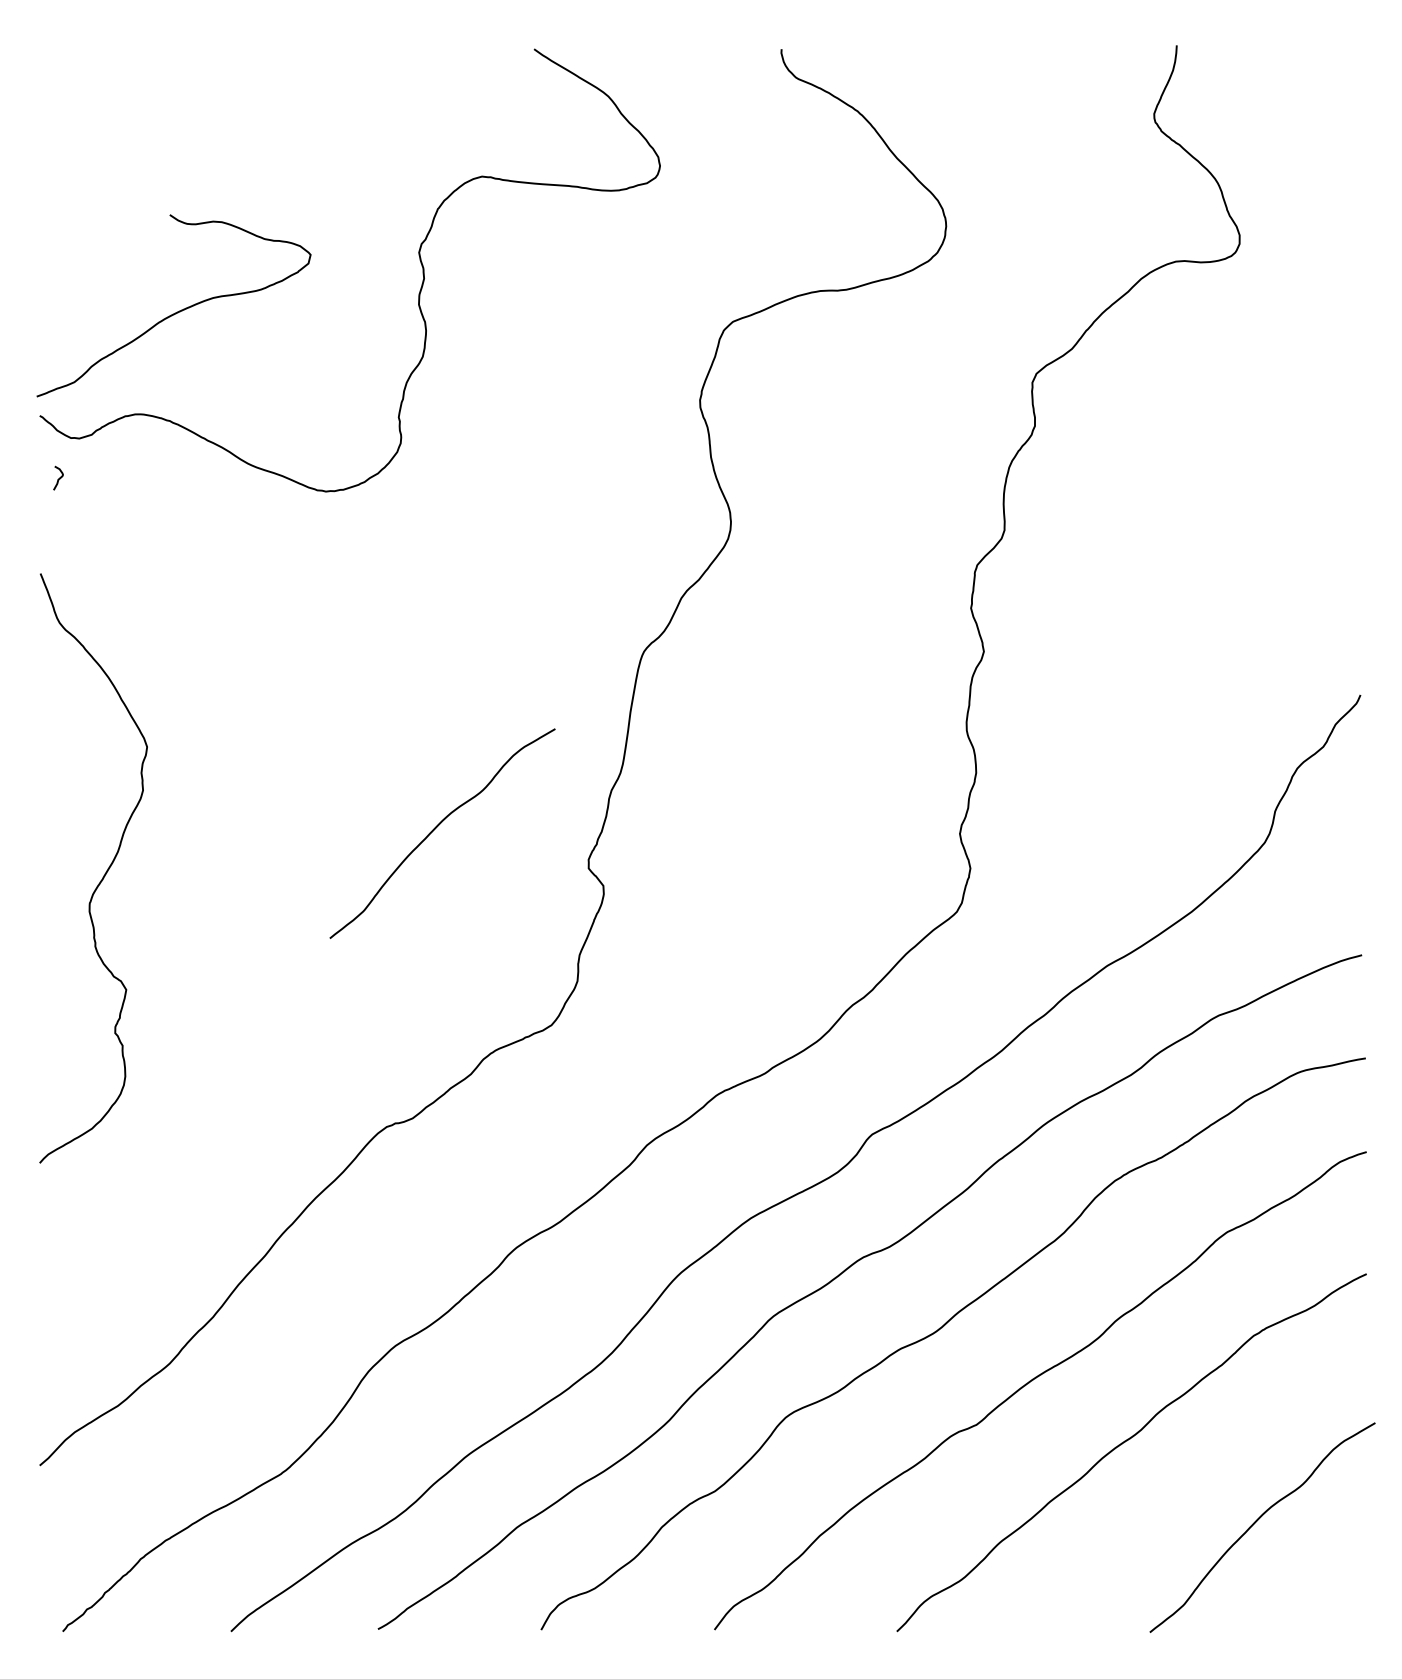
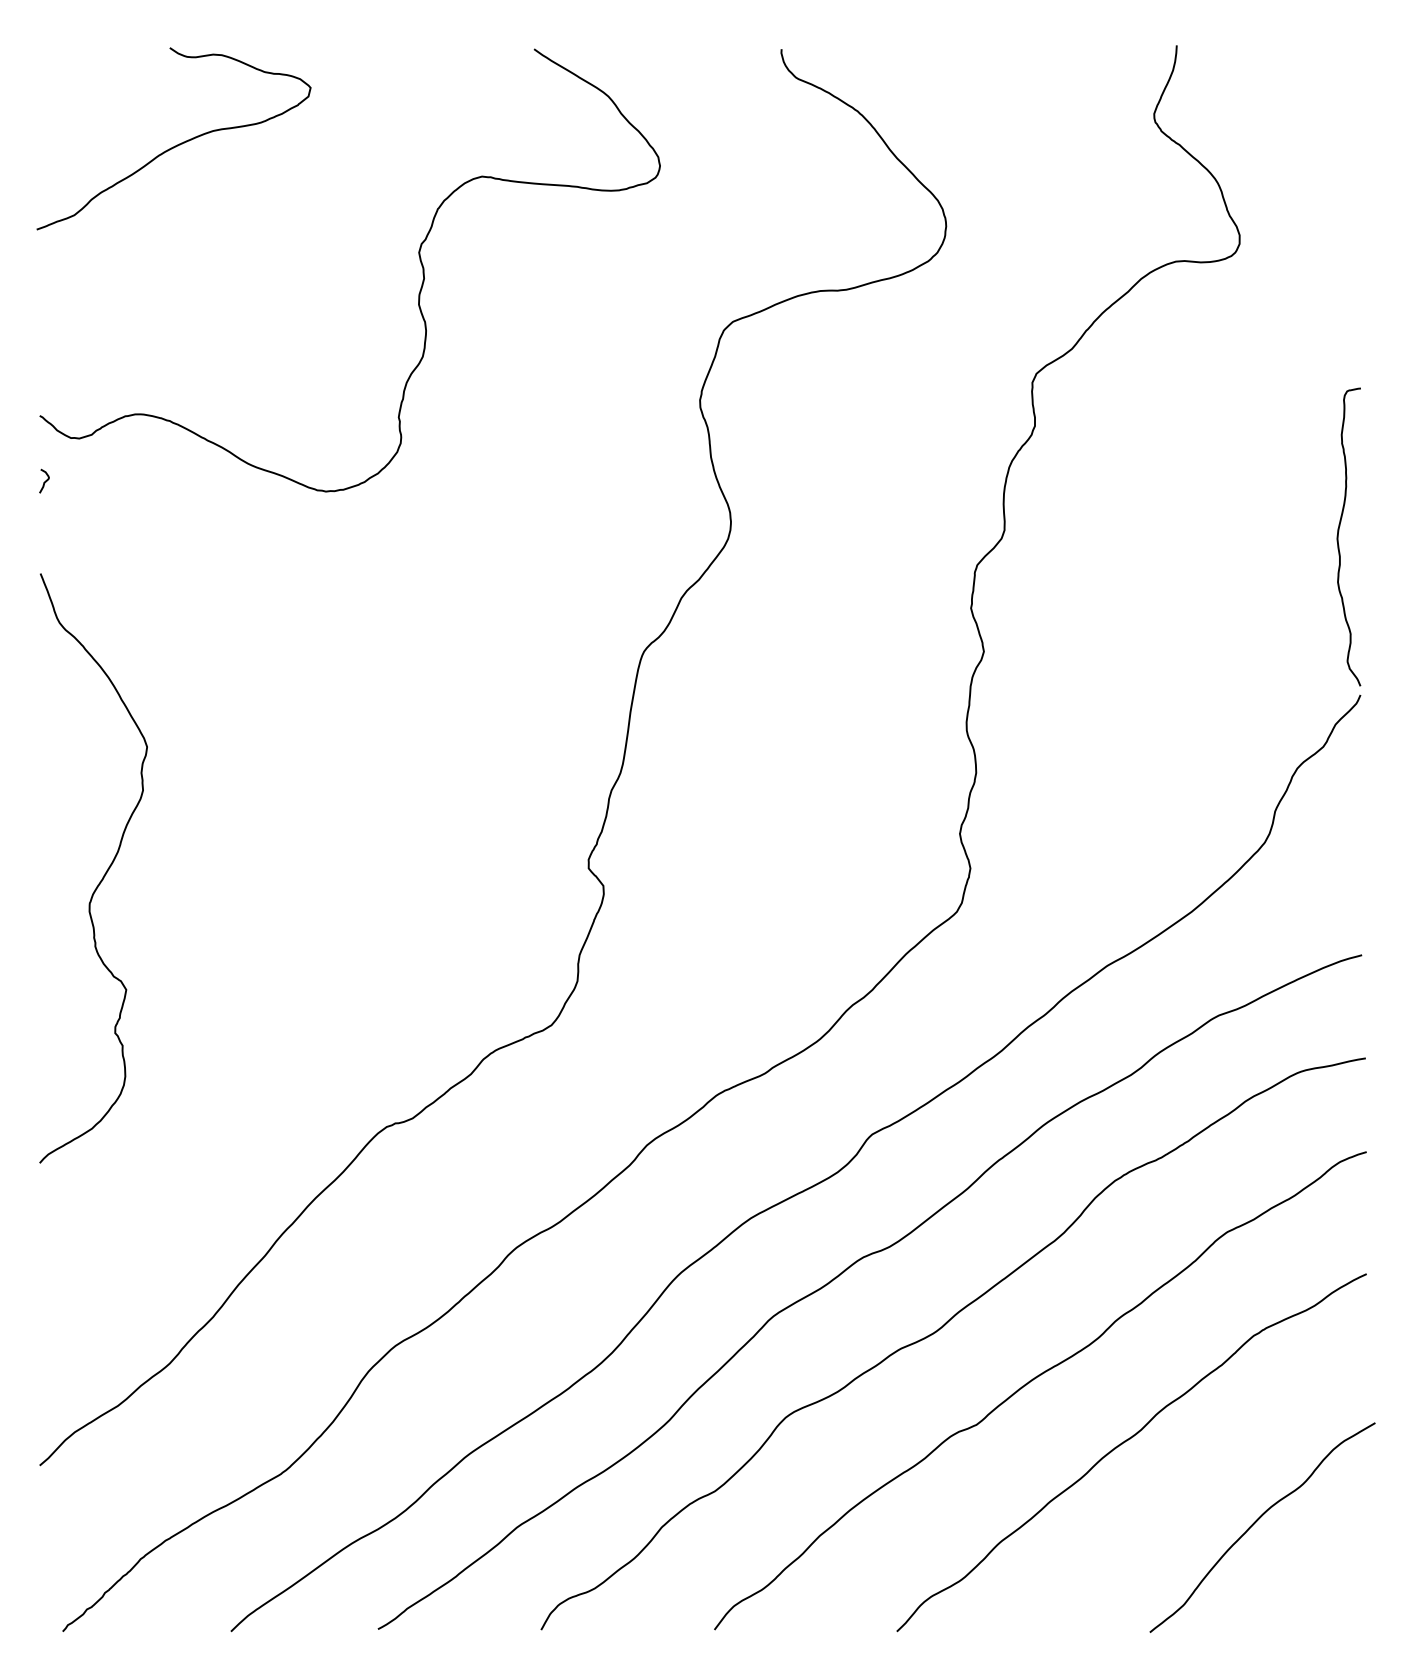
curve at (177, 311) position: (177, 311) -> (177, 144)
curve at (59, 477) position: (59, 477) -> (45, 480)
curve at (1338, 536): none -> present
curve at (437, 827): present -> none
